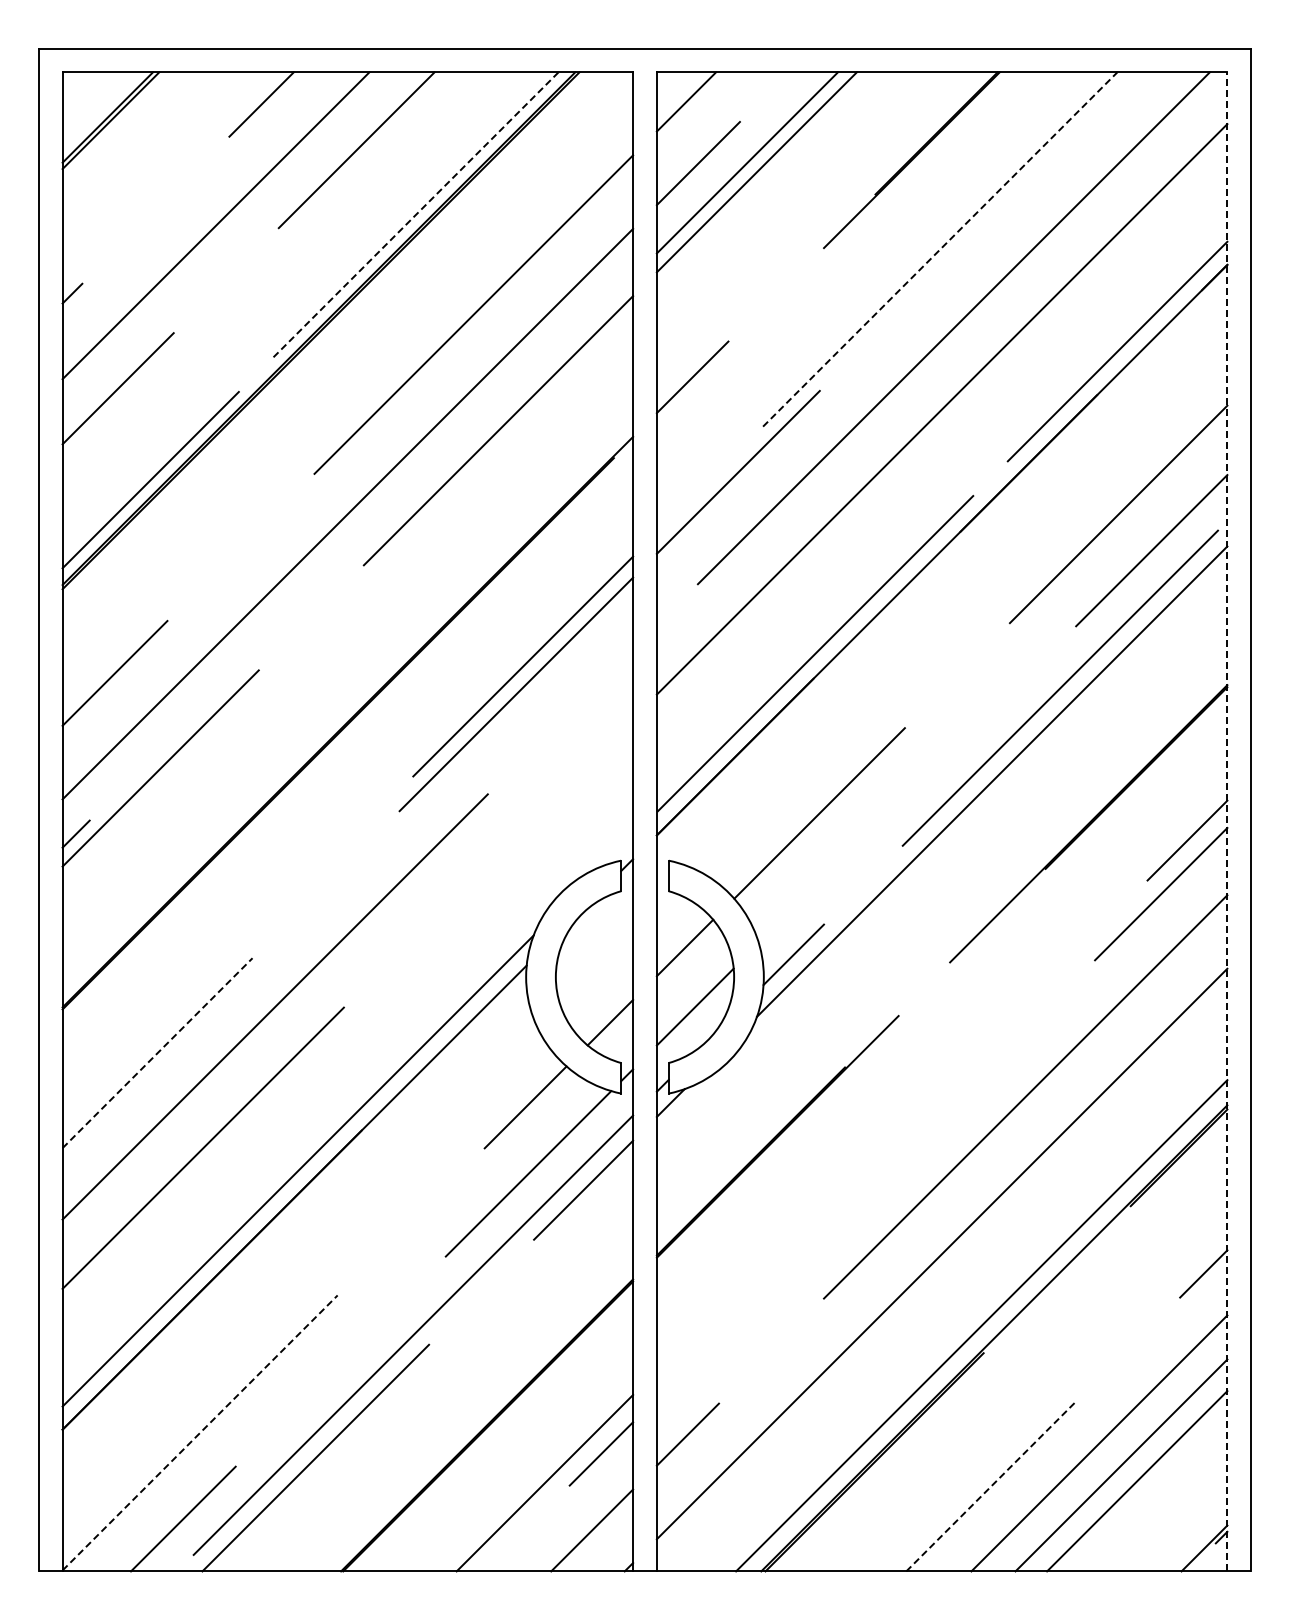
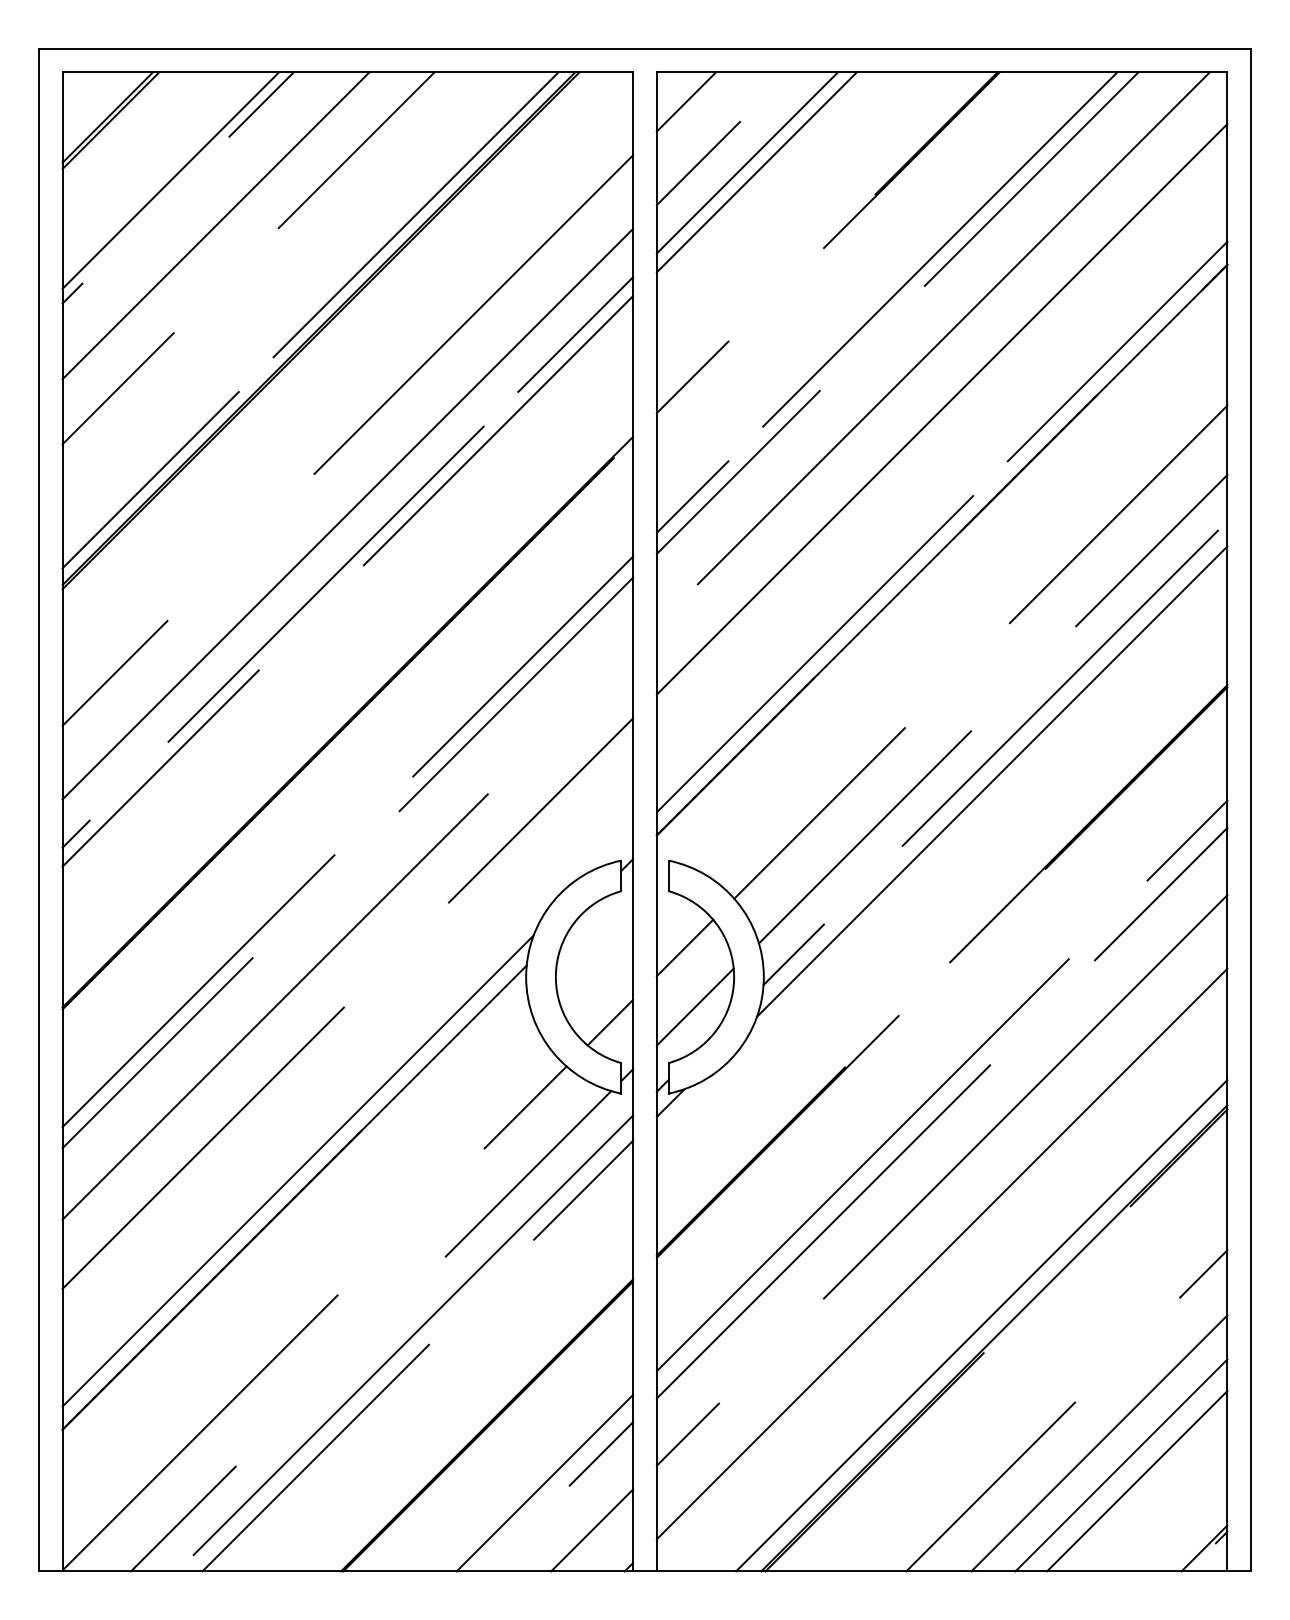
line at (1031, 178): none -> present
line at (170, 180): none -> present
line at (416, 214): dashed -> solid
line at (940, 249): dashed -> solid
line at (575, 334): none -> present
line at (692, 496): none -> present
line at (325, 583): none -> present
line at (541, 810): none -> present
line at (1227, 821): dashed -> solid
line at (864, 837): none -> present
line at (198, 991): none -> present
line at (157, 1052): dashed -> solid
line at (862, 1165): none -> present
line at (823, 1231): none -> present
line at (200, 1432): dashed -> solid
line at (991, 1486): dashed -> solid
